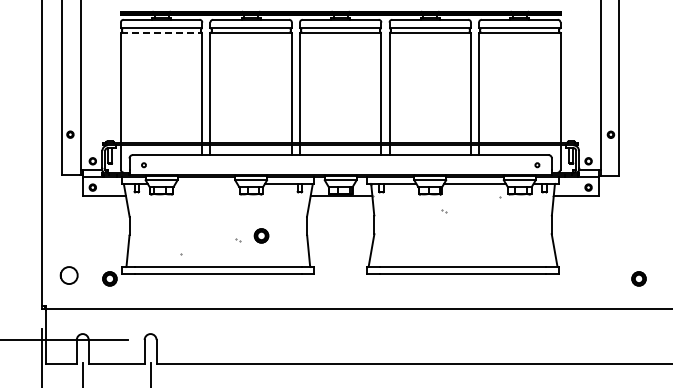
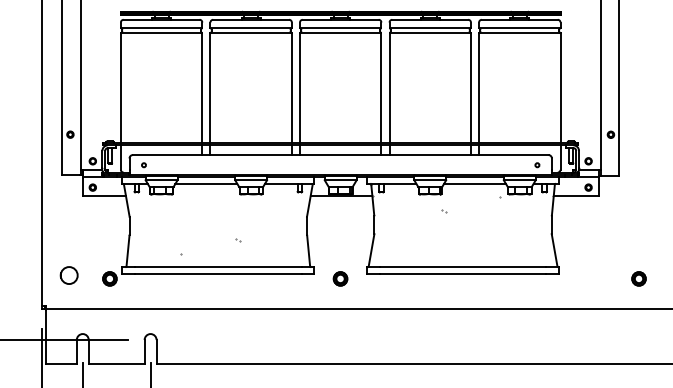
line at (161, 33): dashed -> solid
line at (206, 183): none -> present
part at (261, 235) position: (261, 235) -> (340, 278)
